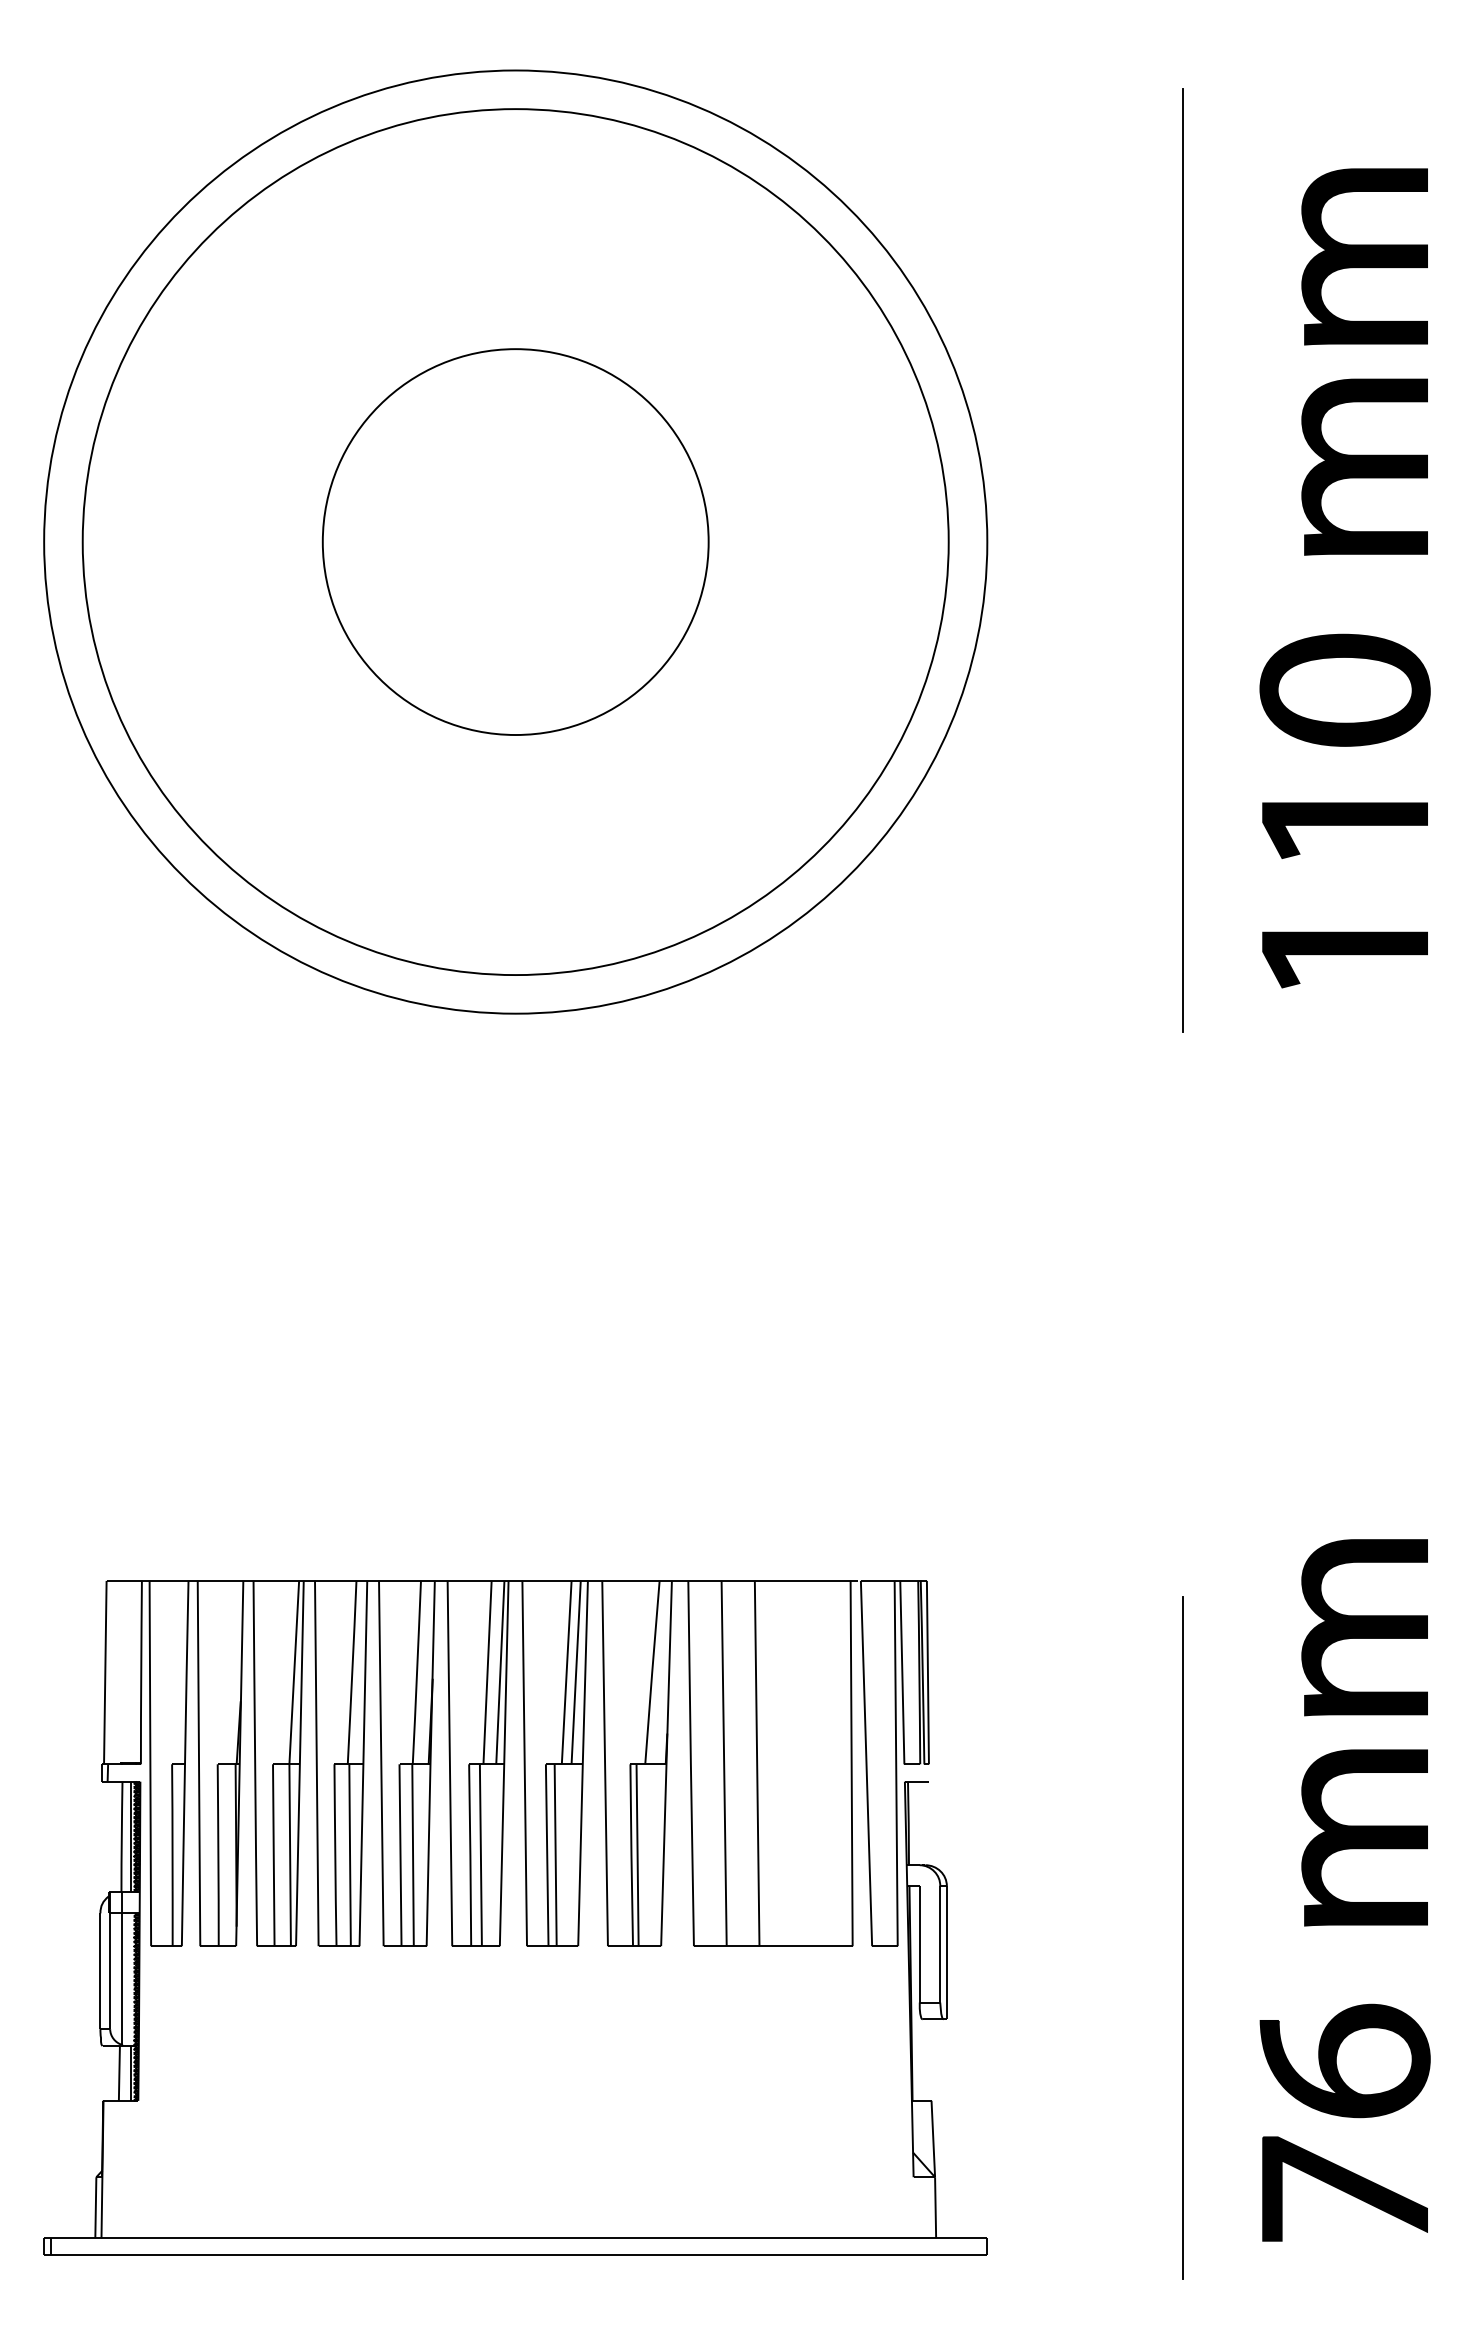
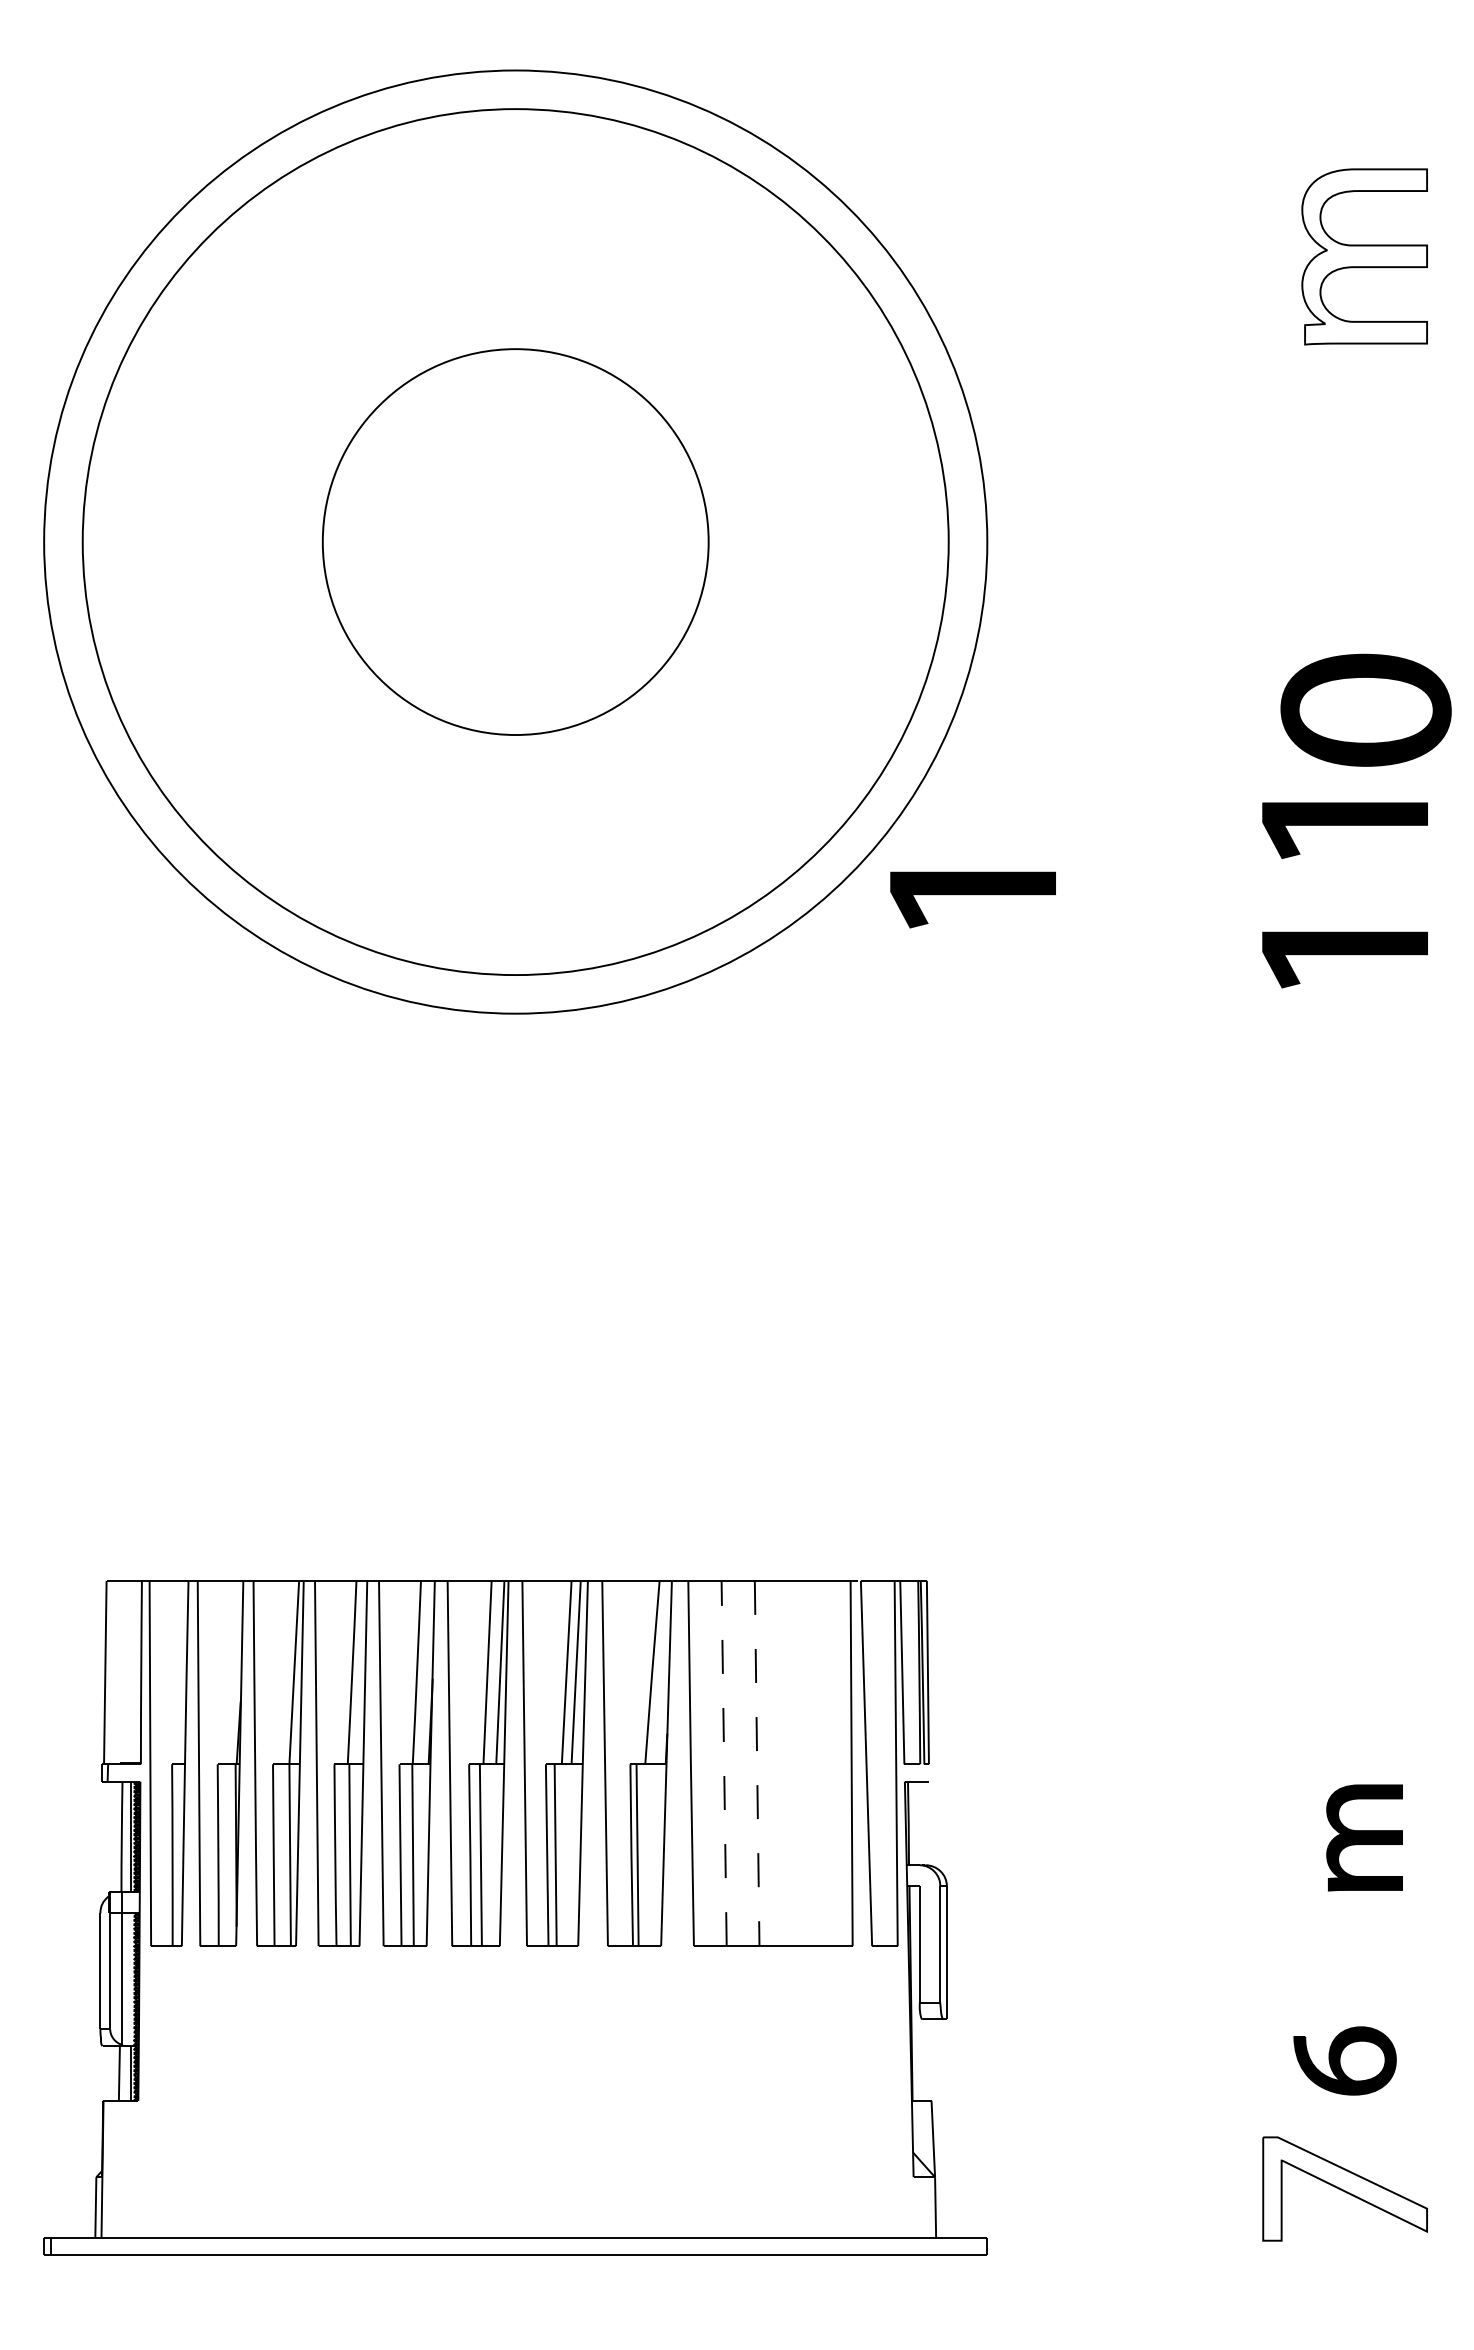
fill at (1364, 256): present -> none
part at (1364, 466): present -> none
line at (1183, 560): present -> none
part at (1344, 689) position: (1344, 689) -> (1365, 709)
part at (972, 899): none -> present
part at (1364, 1627): present -> none
line at (724, 1763): solid -> dashed
line at (757, 1763): solid -> dashed
part at (1364, 1837) size: 127x178 px -> 77x108 px
line at (1183, 1937): present -> none
part at (1344, 2060) size: 172x116 px -> 104x70 px
fill at (1345, 2188): present -> none
